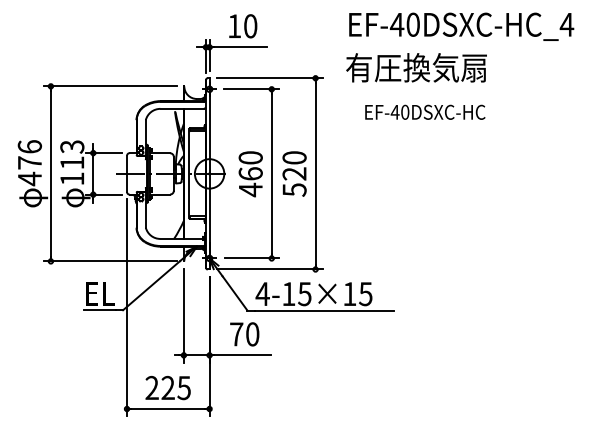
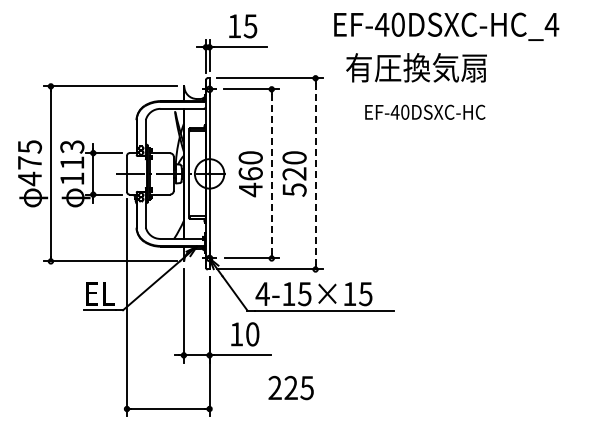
text at (250, 26): 10 -> 15
text at (461, 26) position: (461, 26) -> (446, 26)
text at (29, 146): 476 -> 475
line at (271, 174): solid -> dashed
line at (315, 174): solid -> dashed
text at (236, 334): 70 -> 10
text at (167, 388) position: (167, 388) -> (290, 388)
